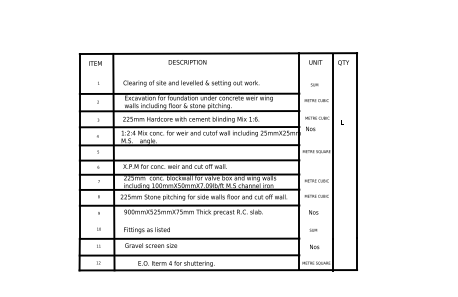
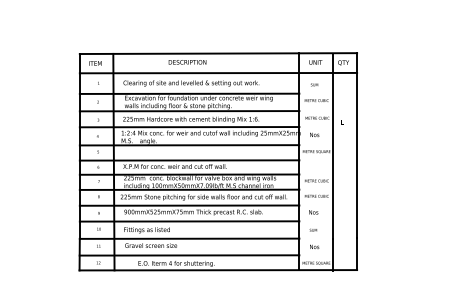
line at (218, 72): none -> present
text at (310, 128) position: (310, 128) -> (314, 134)
line at (189, 221): none -> present
